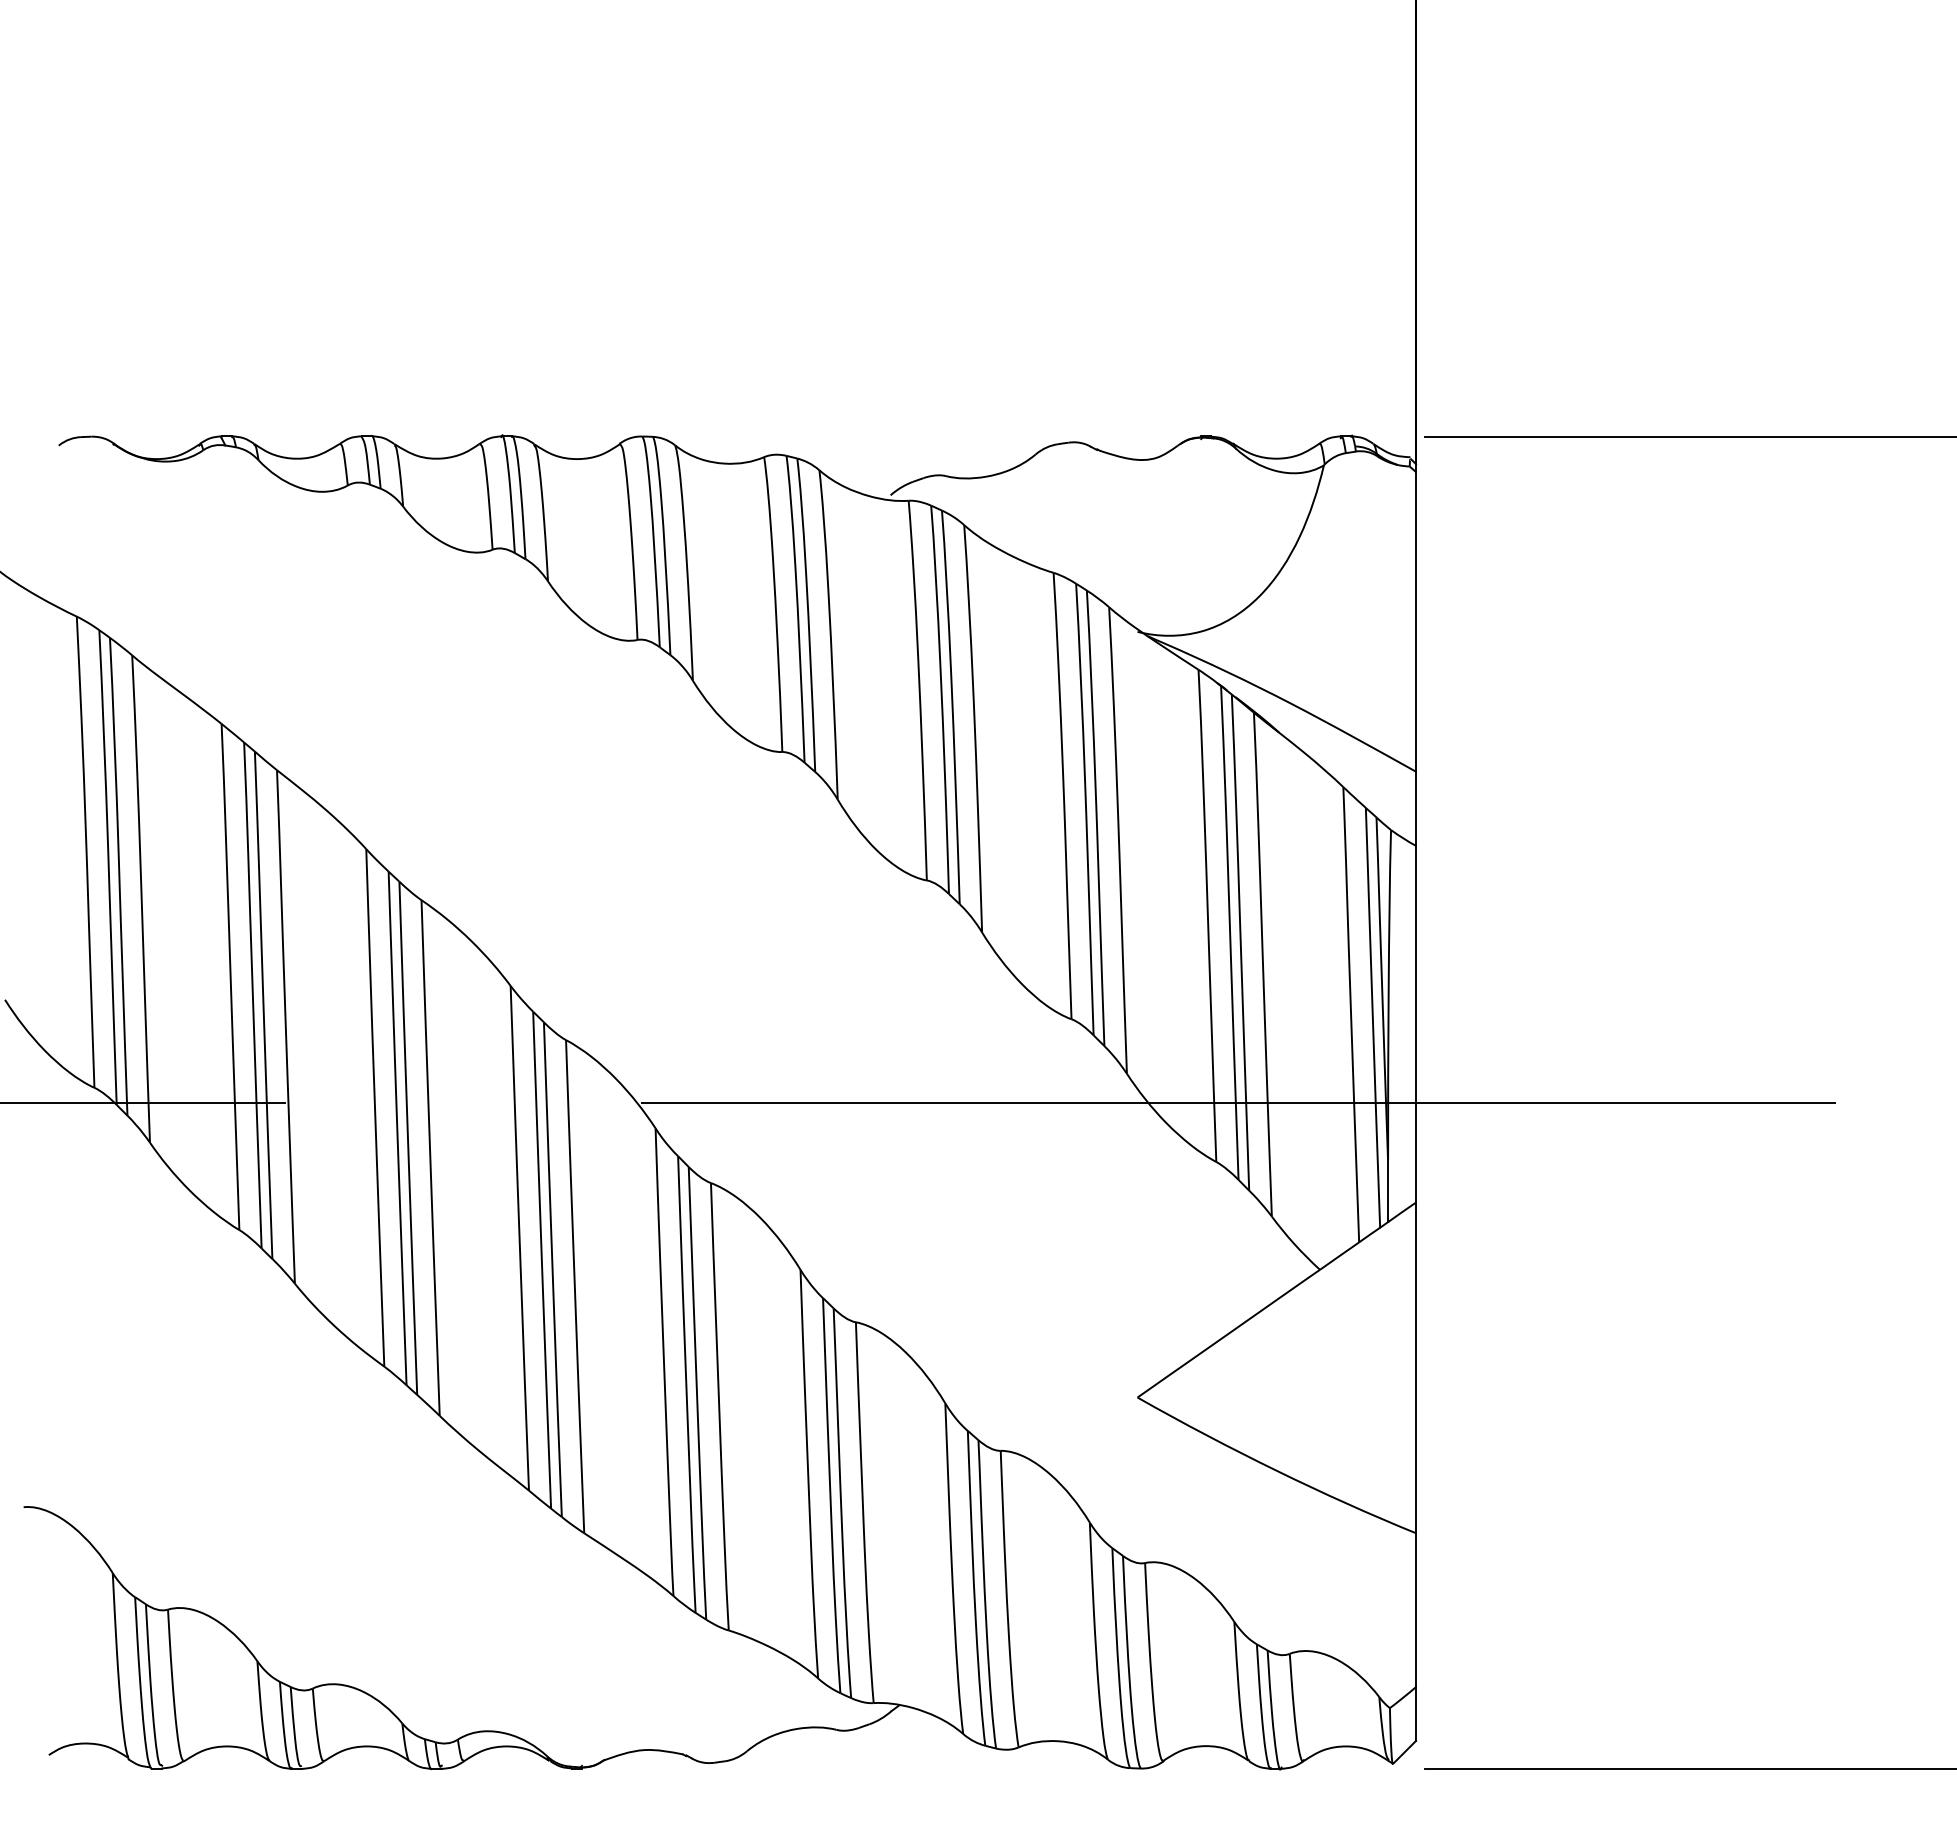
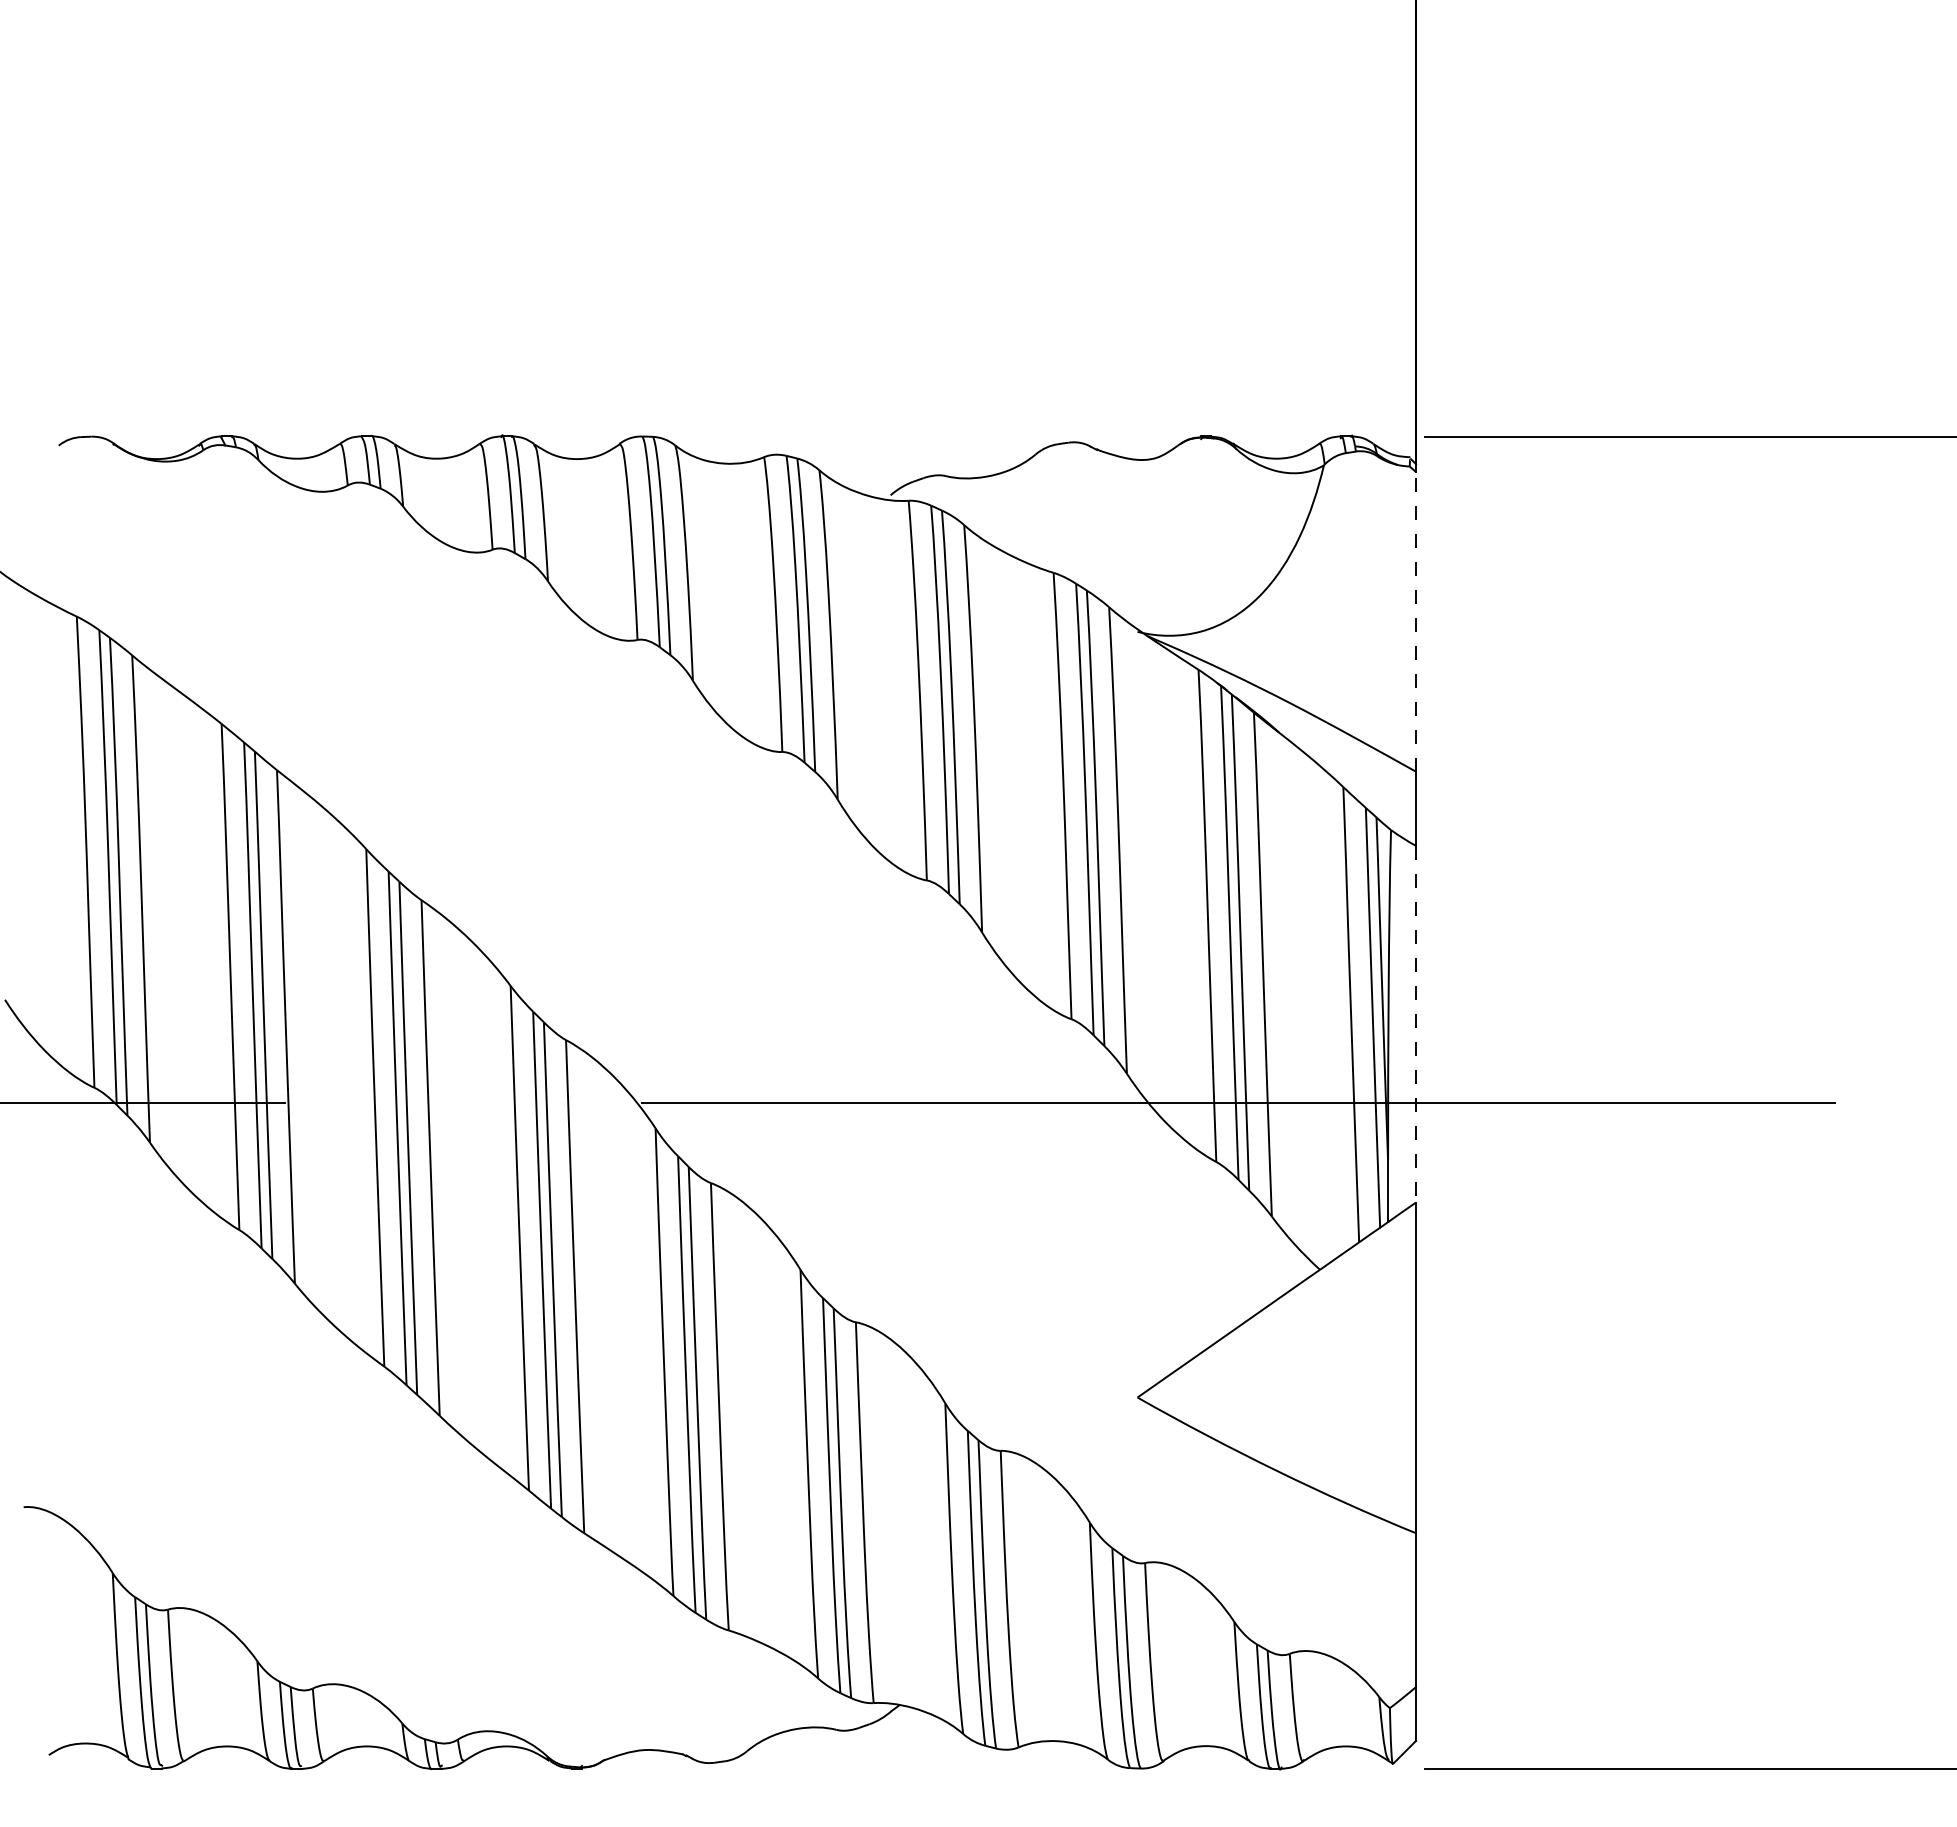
line at (1416, 621): solid -> dashed
line at (1416, 1024): solid -> dashed
